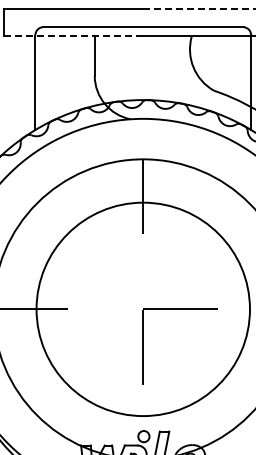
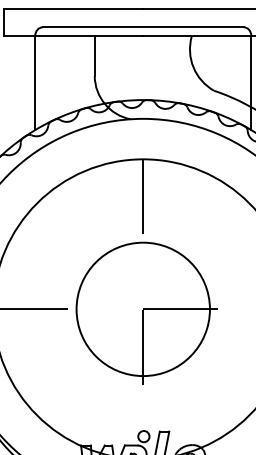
line at (199, 9): dashed -> solid
line at (73, 36): dashed -> solid
circle at (142, 309) diameter: 213 px -> 133 px
